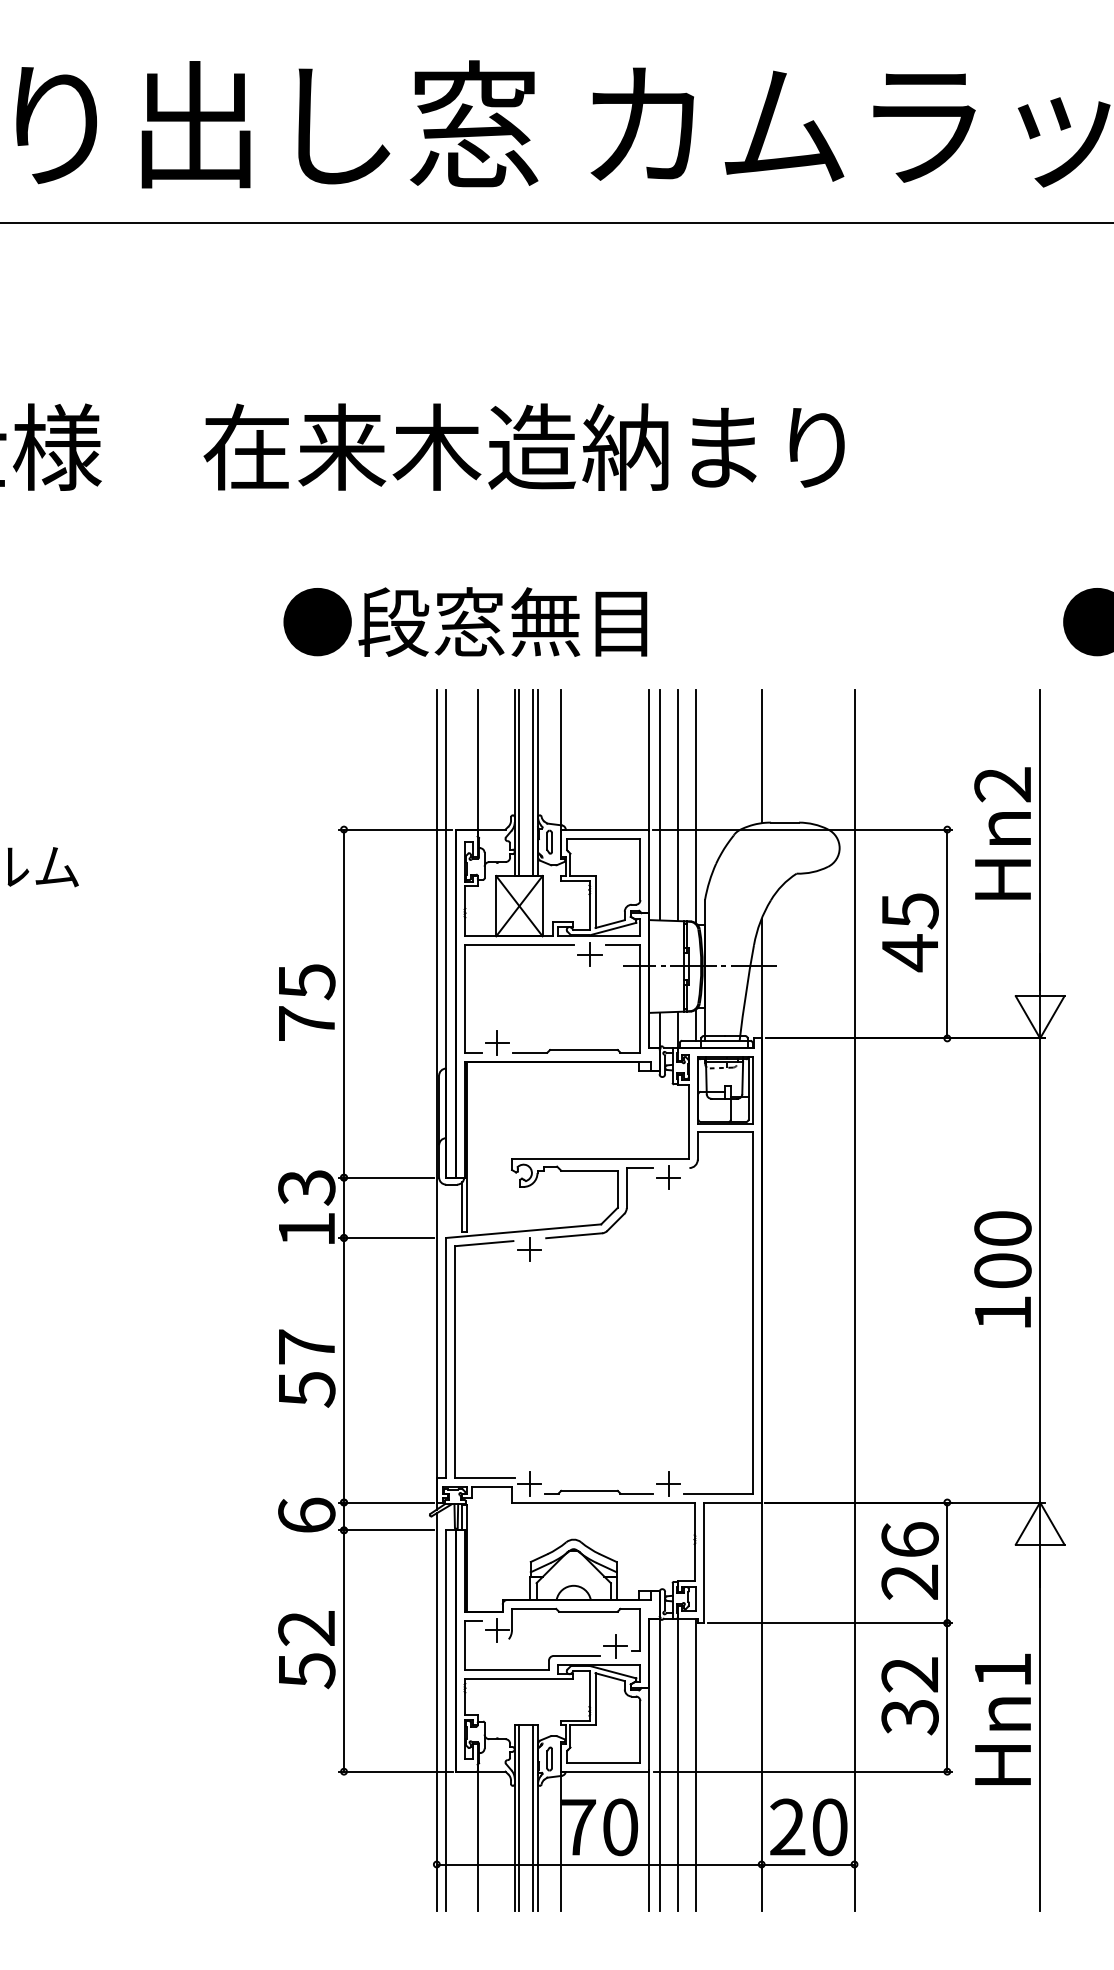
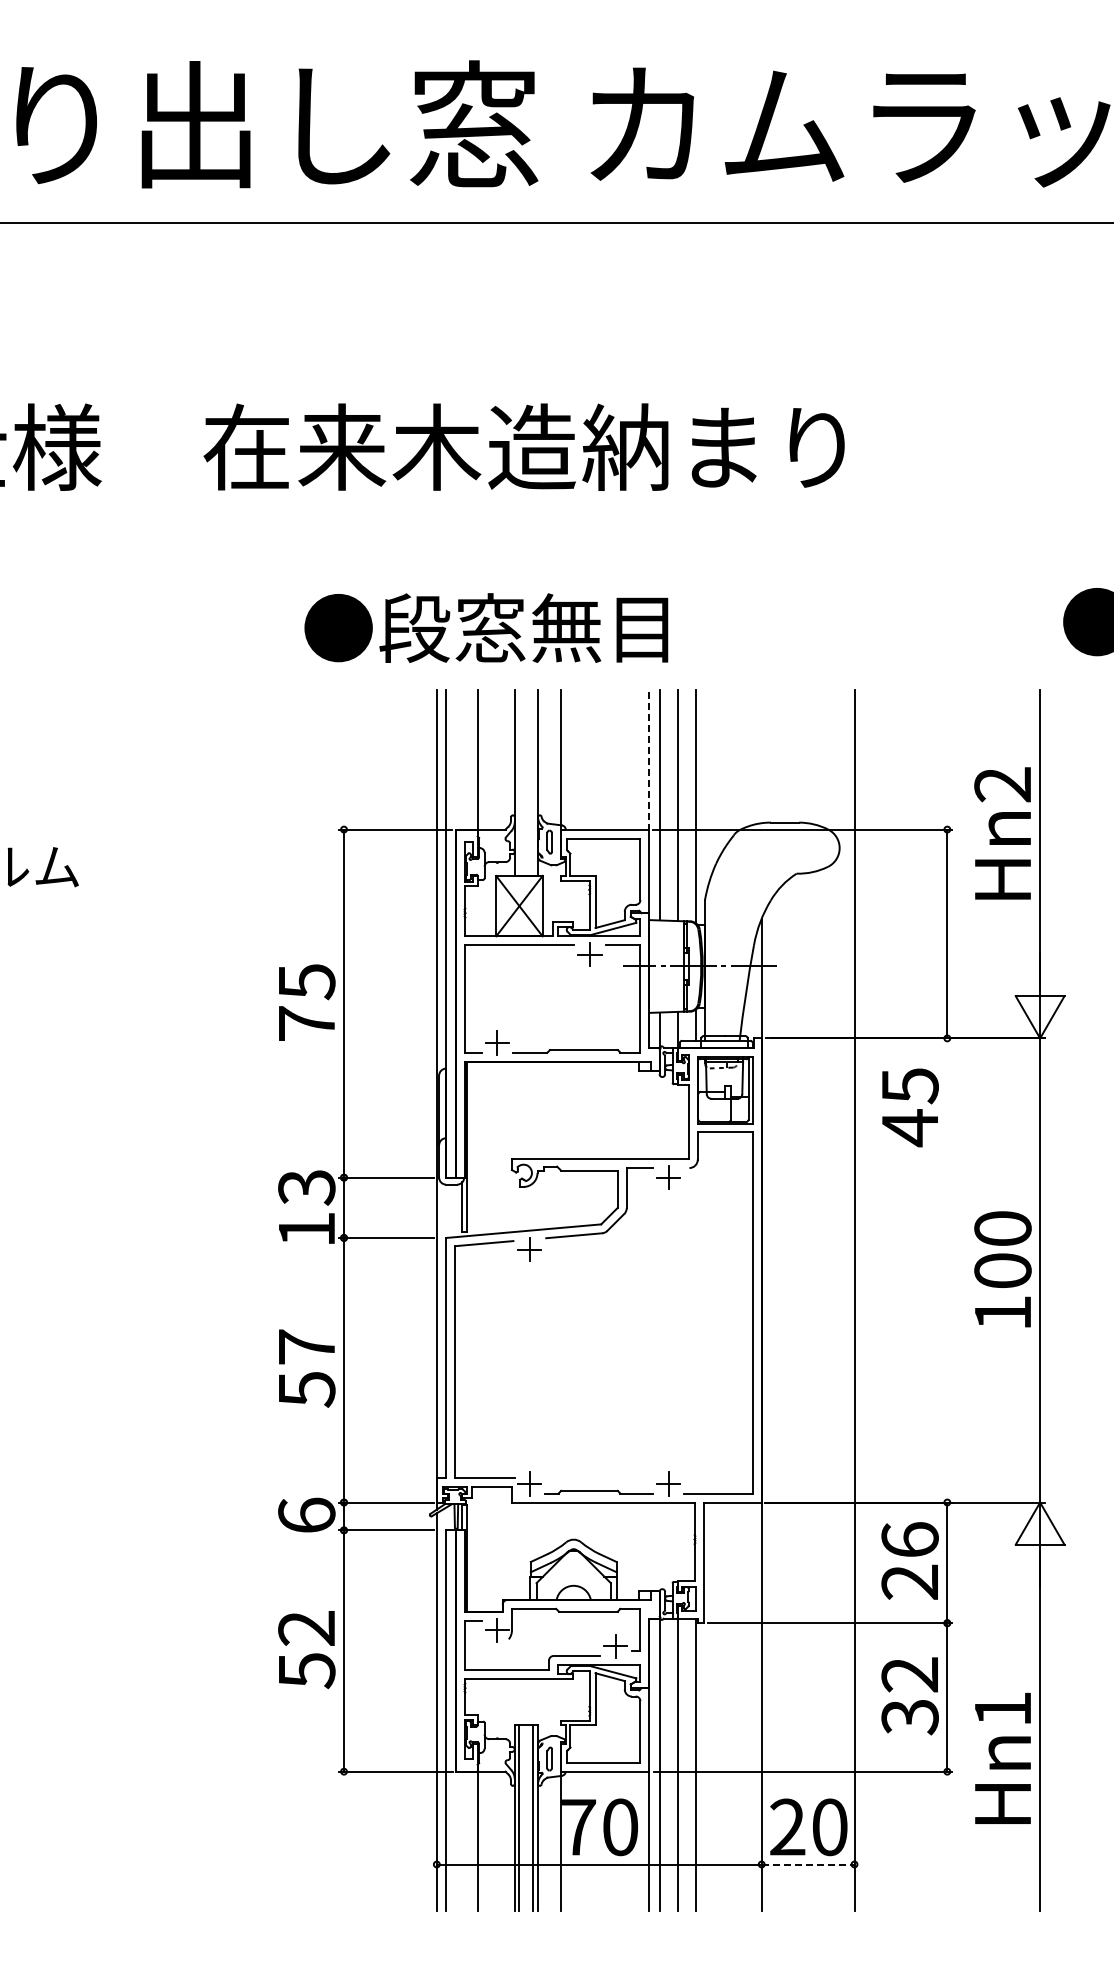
text at (465, 621) position: (465, 621) -> (486, 627)
line at (761, 756): present -> none
line at (649, 760): solid -> dashed
line at (519, 783): present -> none
line at (533, 783): present -> none
text at (910, 932) position: (910, 932) -> (910, 1107)
text at (1002, 1718) position: (1002, 1718) -> (1002, 1757)
line at (808, 1864): solid -> dashed
